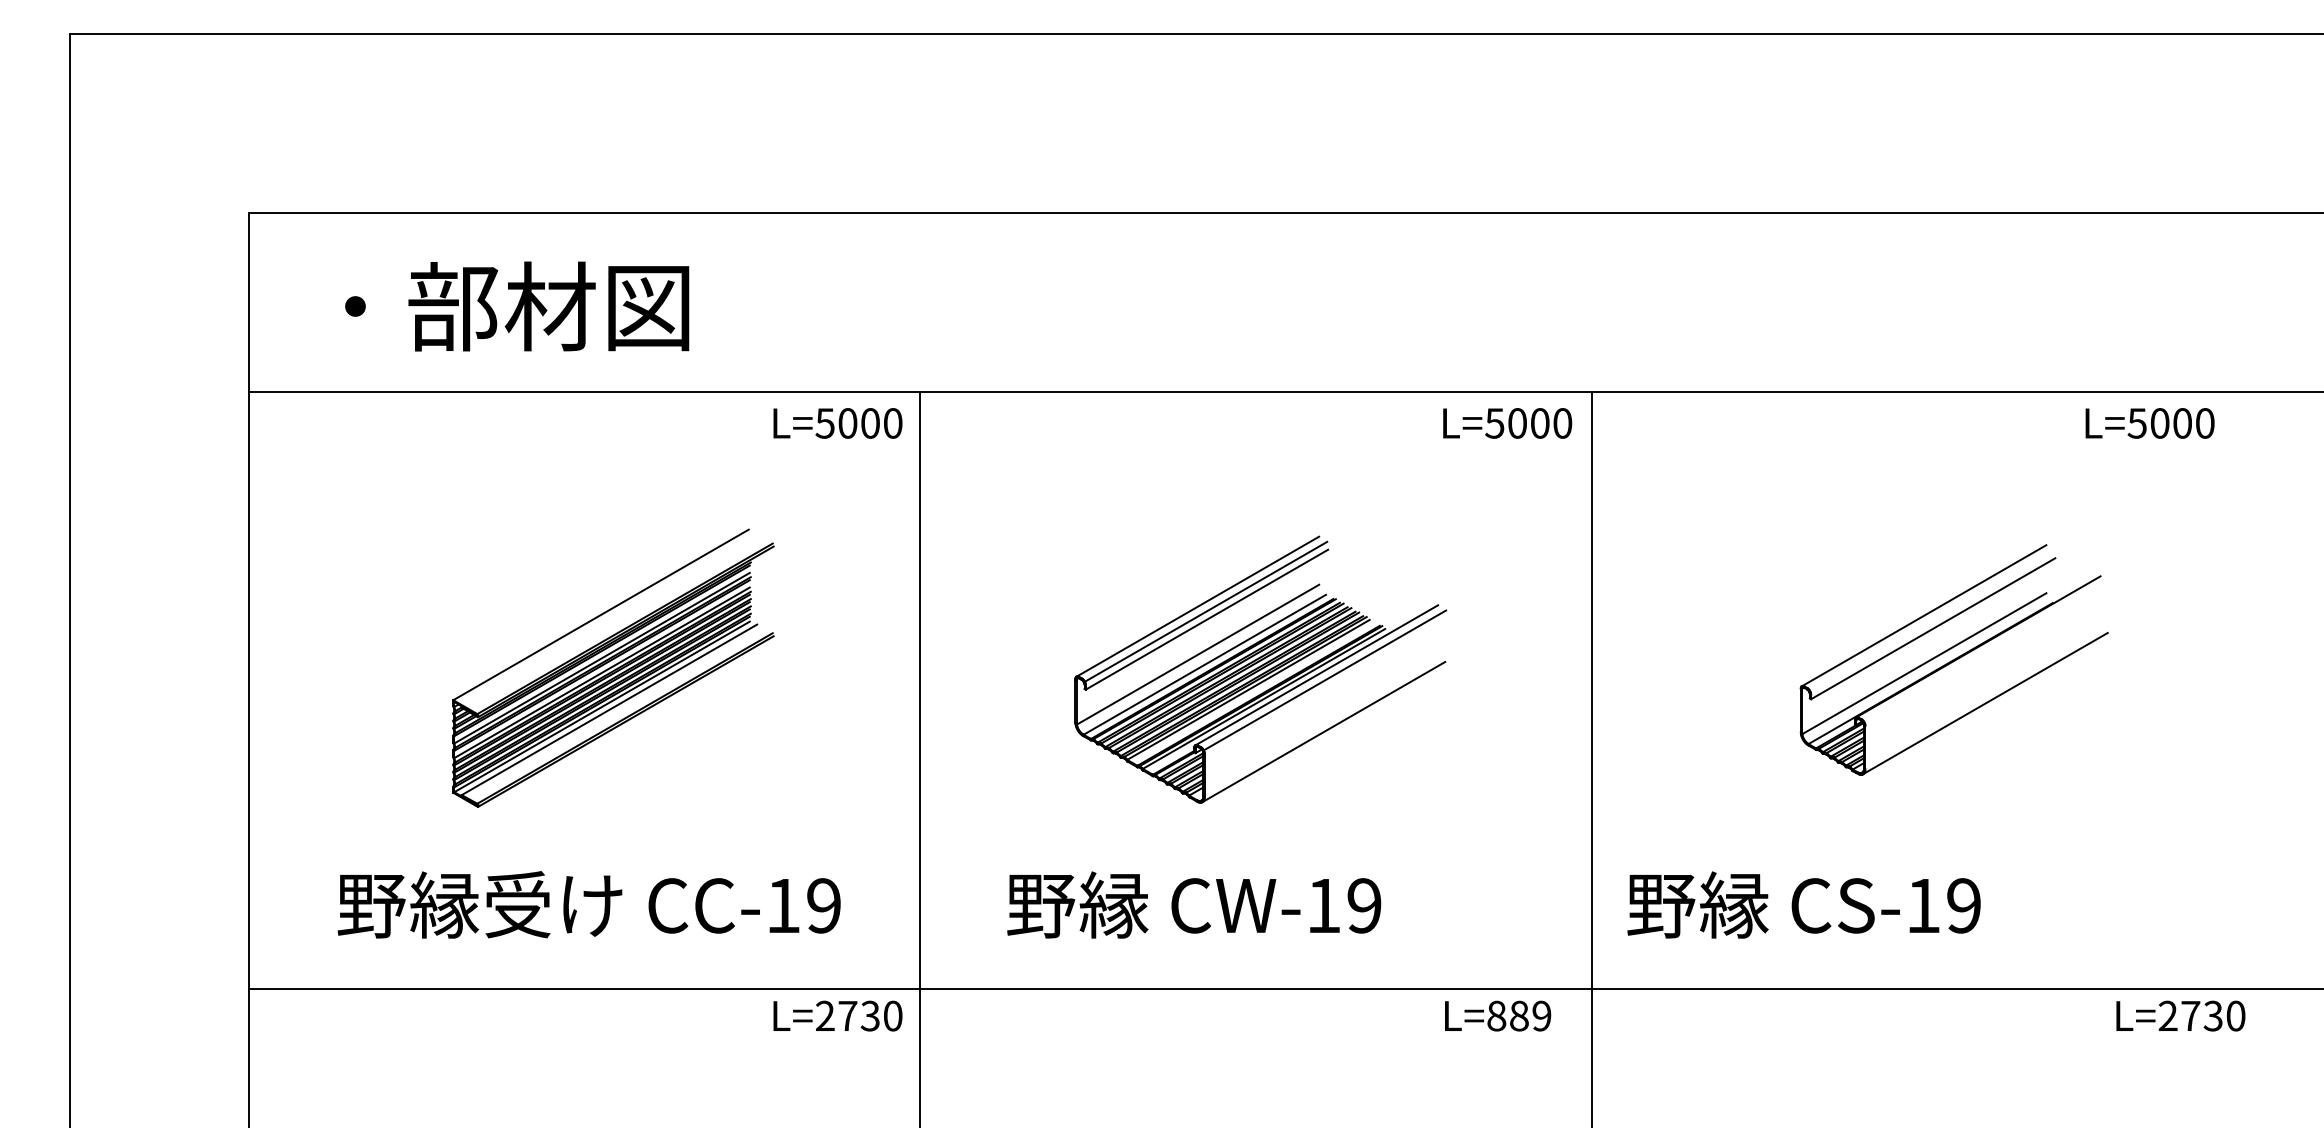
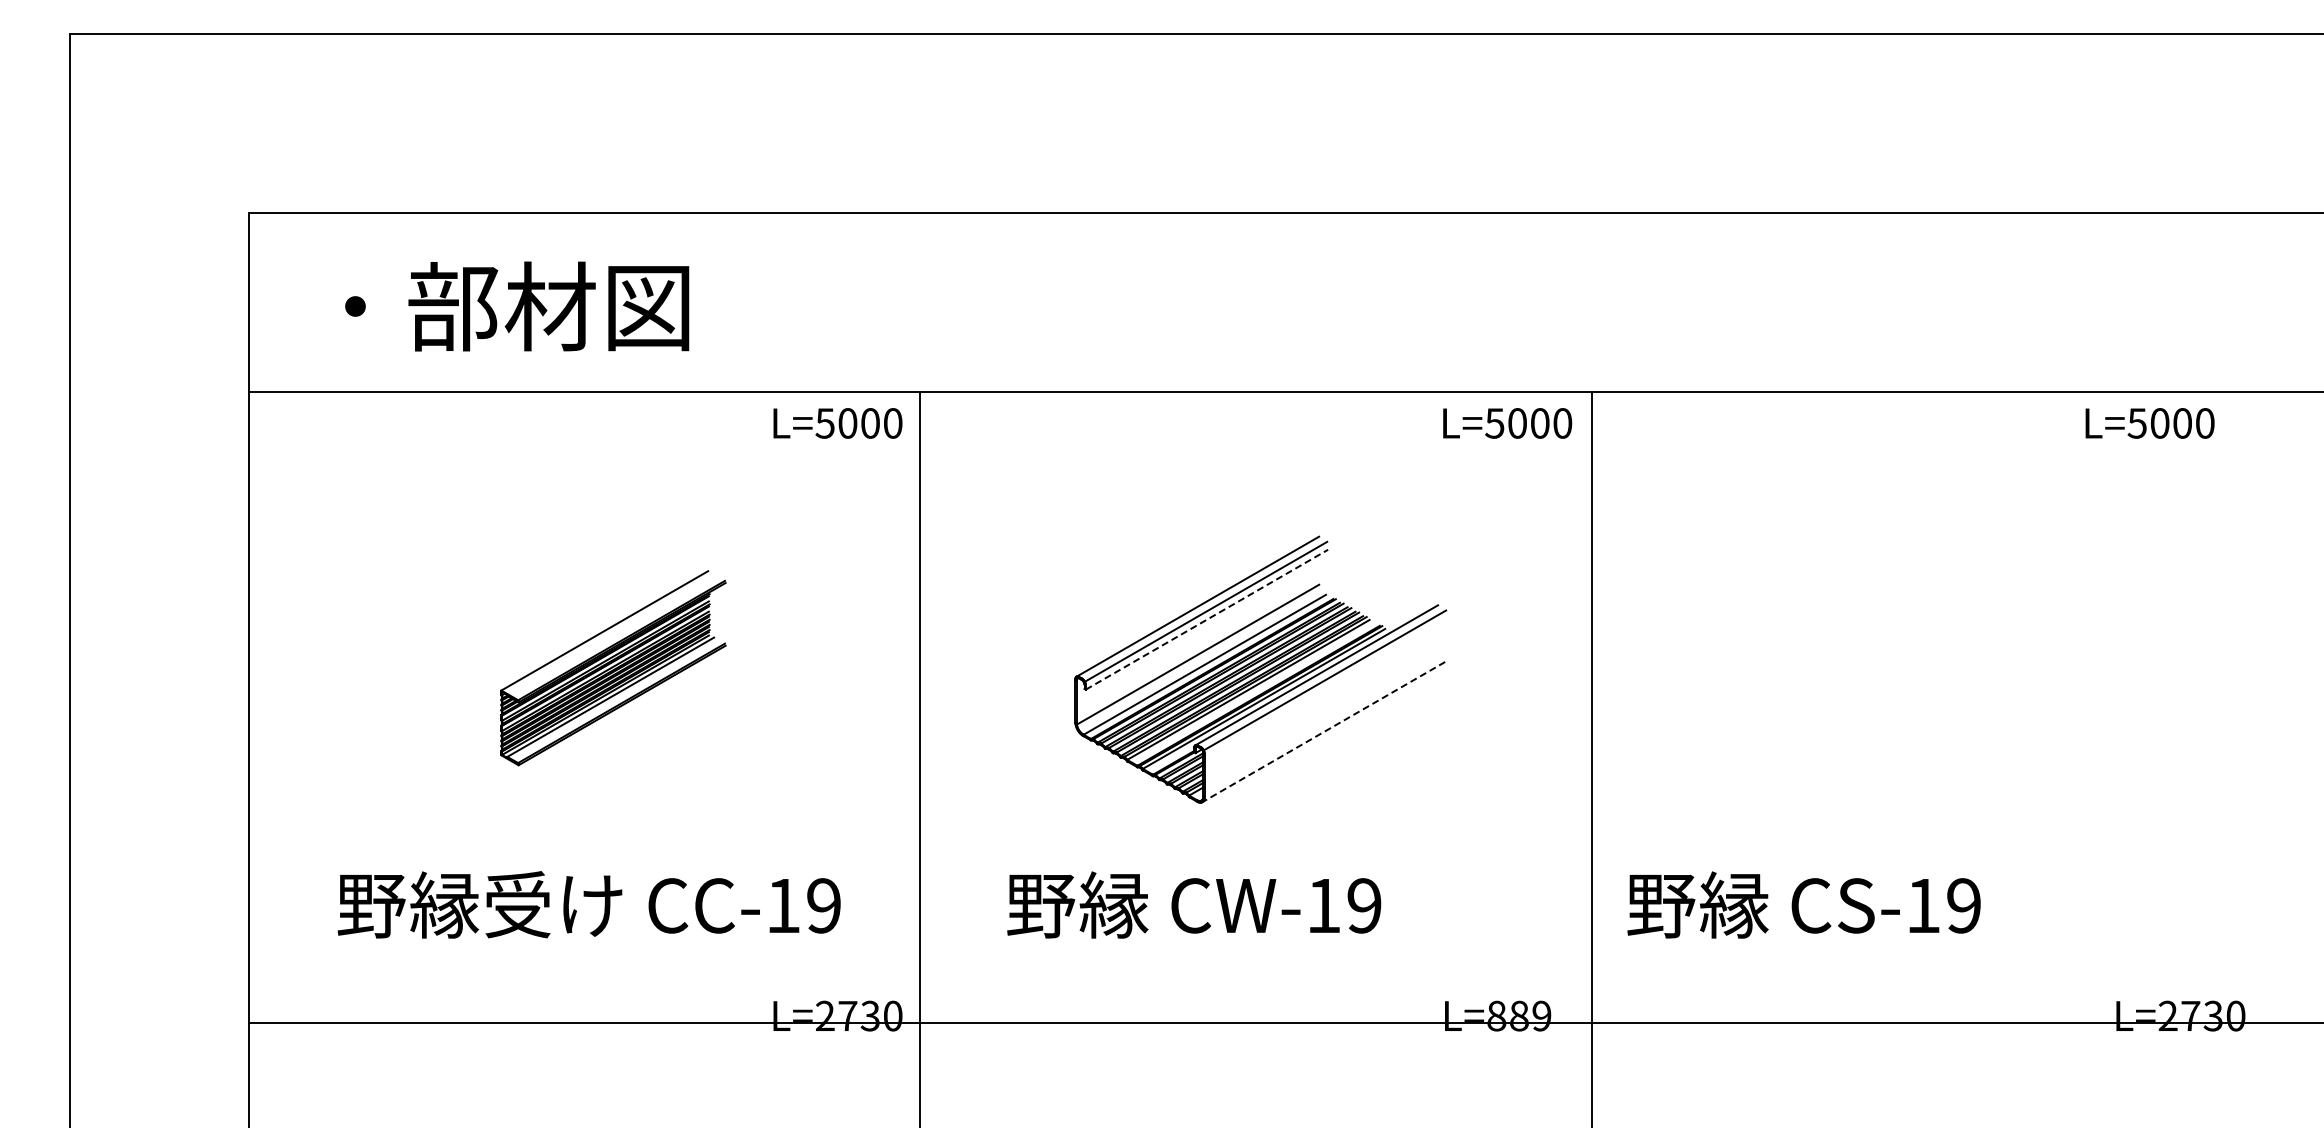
line at (1206, 619): solid -> dashed
part at (1953, 659): present -> none
part at (613, 667) size: 323x280 px -> 227x197 px
line at (1323, 732): solid -> dashed
line at (1284, 988) position: (1284, 988) -> (1284, 1022)
